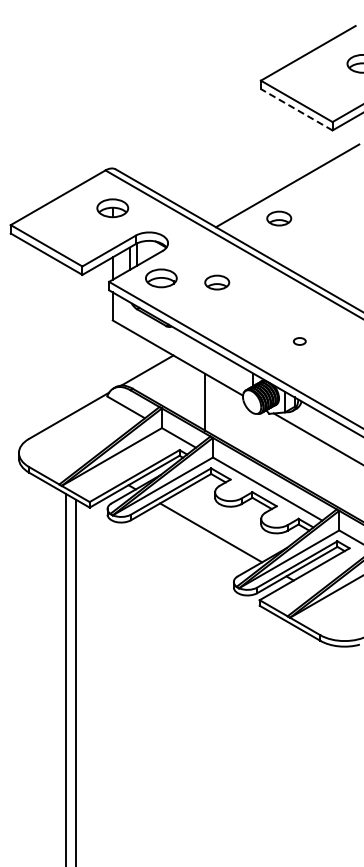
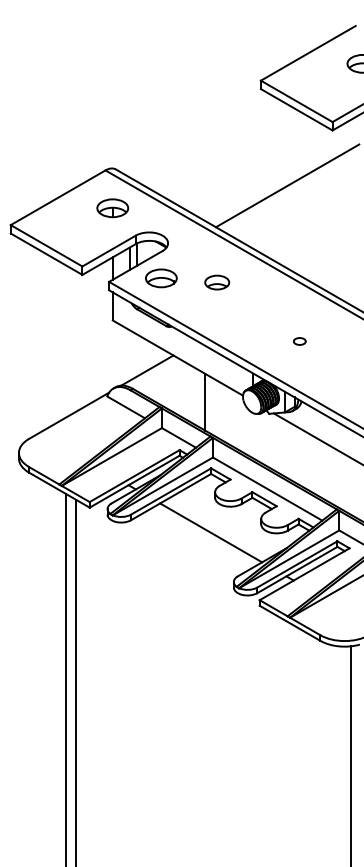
line at (296, 109): dashed -> solid
part at (279, 218): present -> none
line at (350, 754): none -> present
